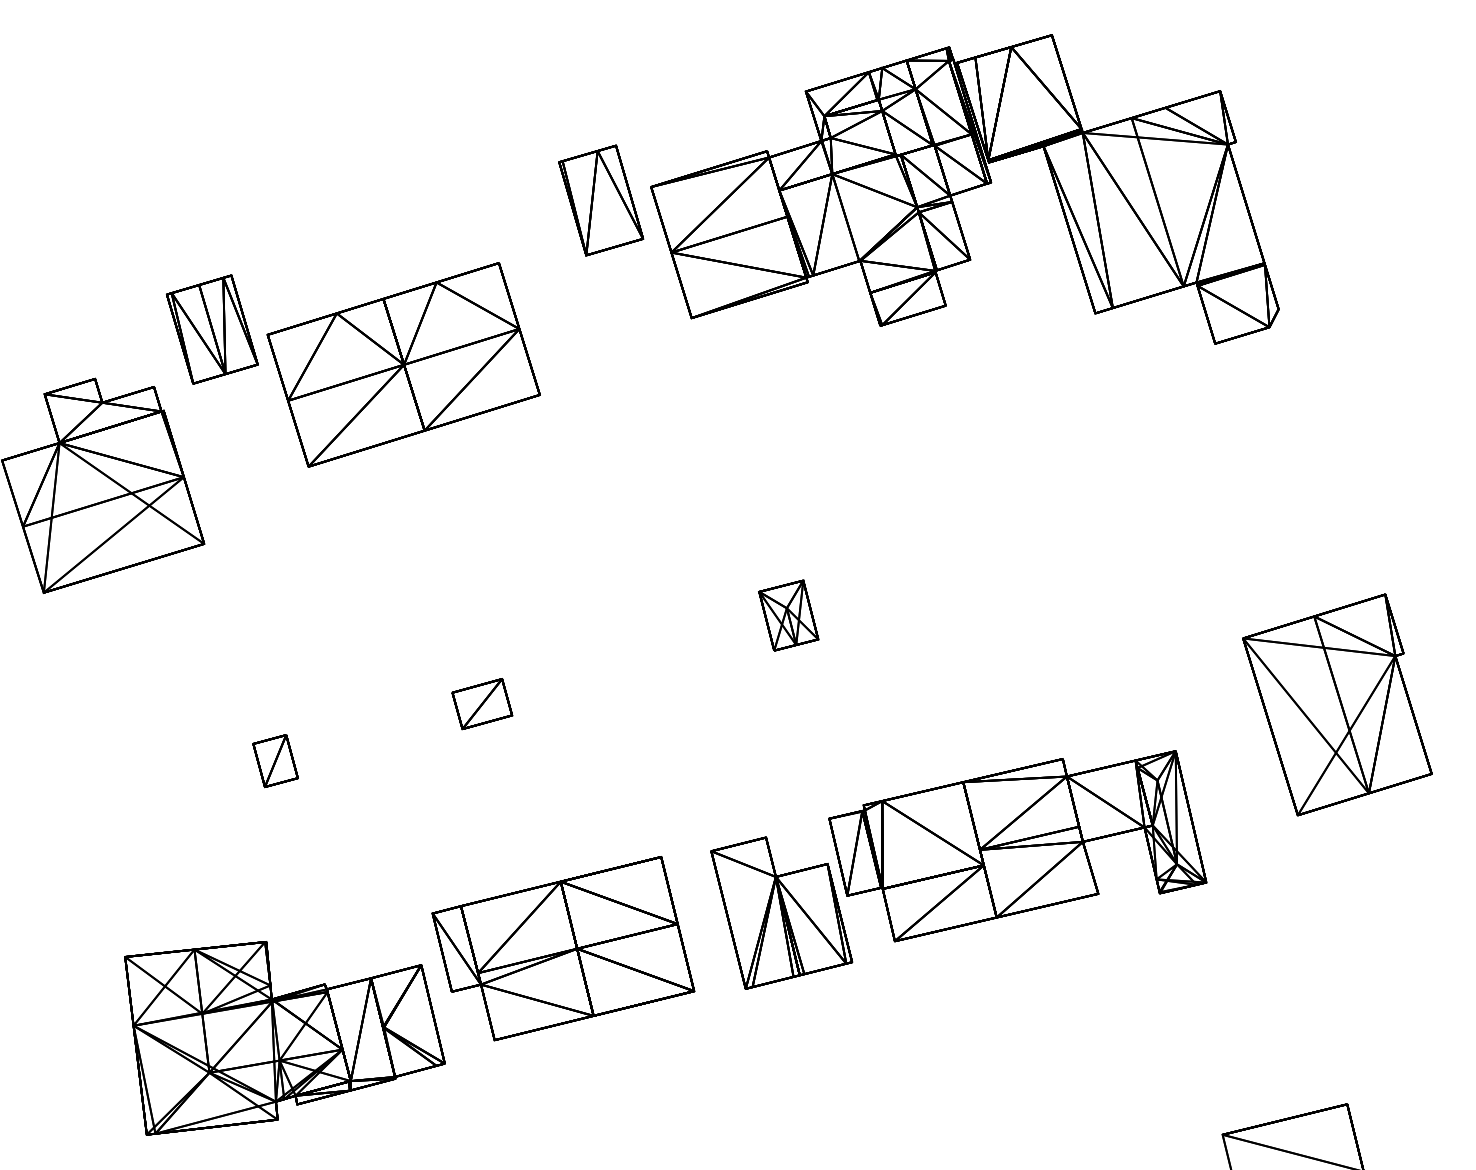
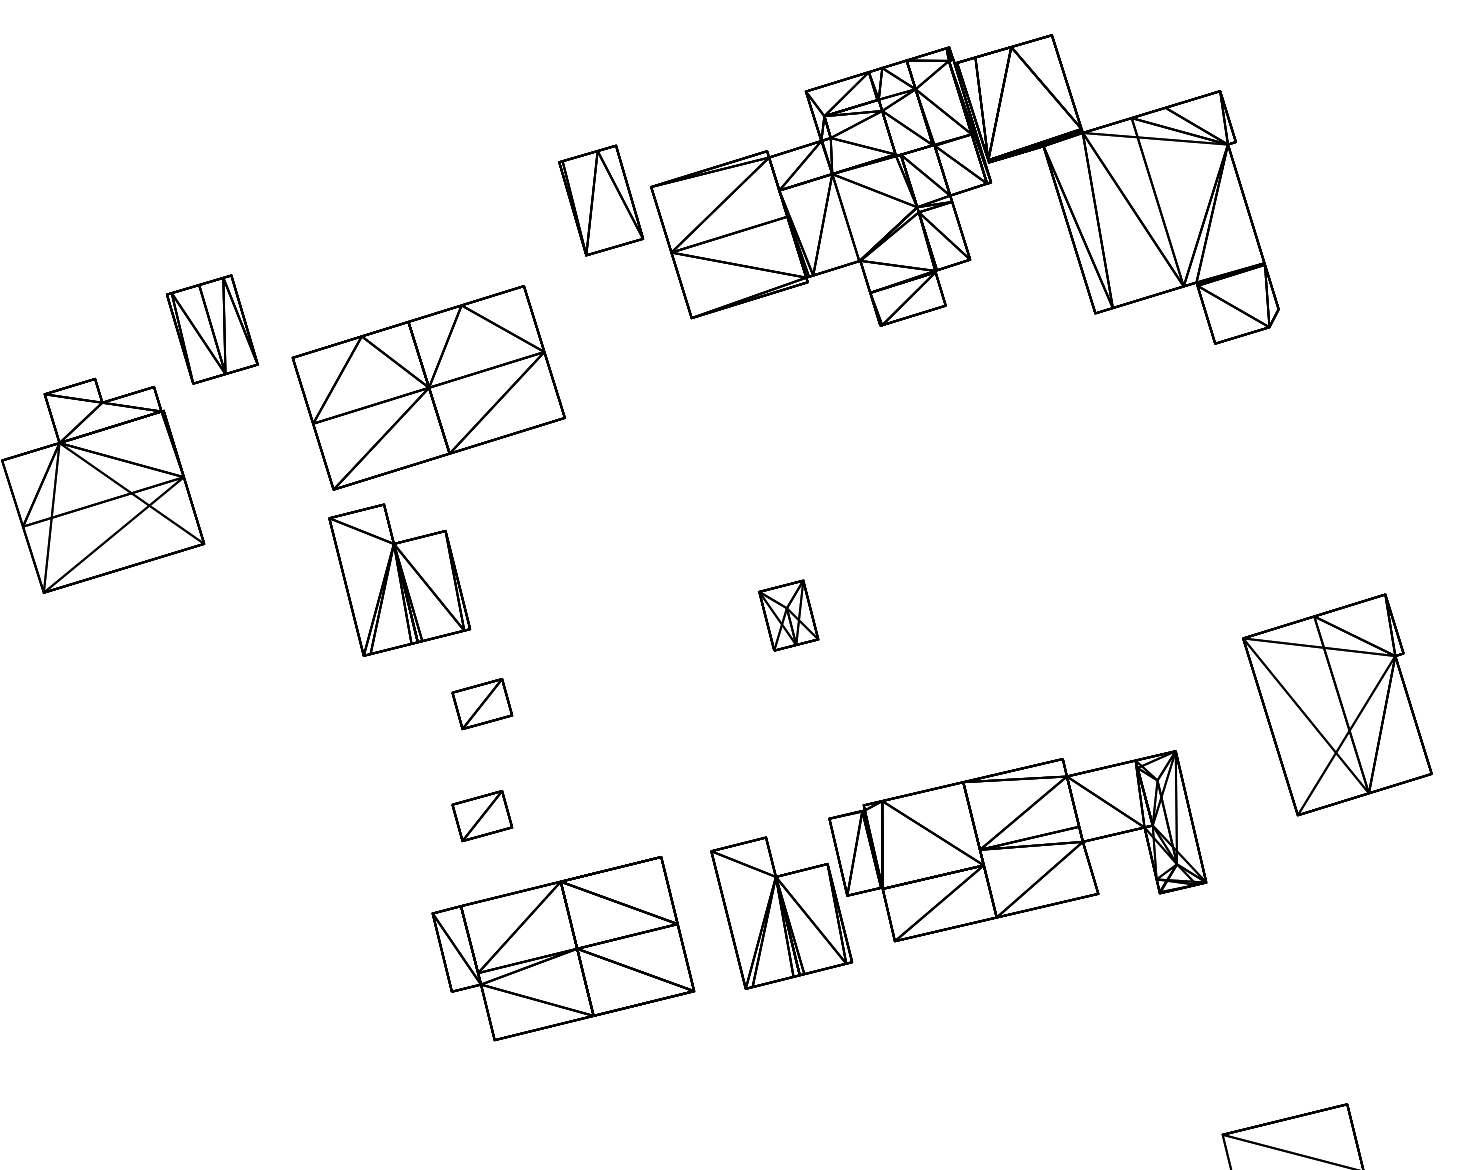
part at (403, 364) position: (403, 364) -> (428, 387)
part at (399, 579): none -> present
part at (275, 761): present -> none
part at (482, 816): none -> present
part at (284, 1038): present -> none
